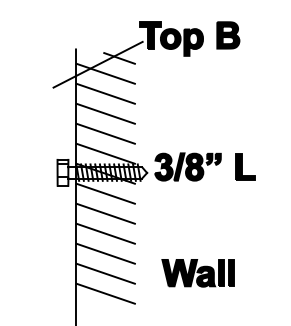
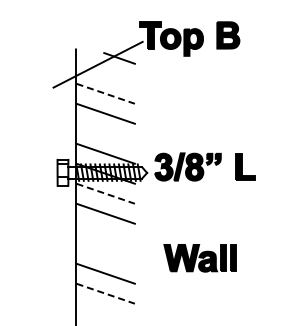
line at (105, 73): present -> none
line at (105, 93): solid -> dashed
line at (105, 133): present -> none
line at (105, 193): solid -> dashed
line at (105, 233): present -> none
line at (105, 253): present -> none
part at (197, 273) position: (197, 273) -> (199, 258)
line at (105, 293): solid -> dashed
